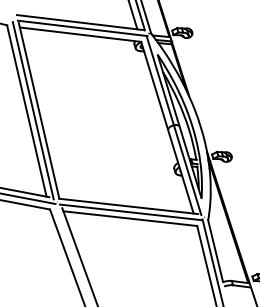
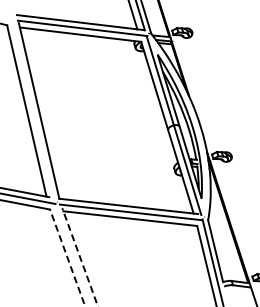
line at (32, 110): present -> none
line at (80, 257): solid -> dashed
line at (67, 258): solid -> dashed
